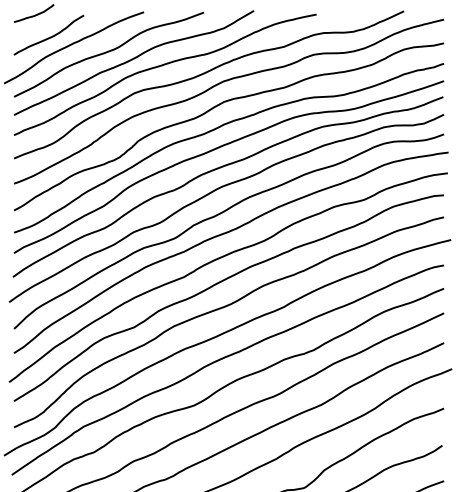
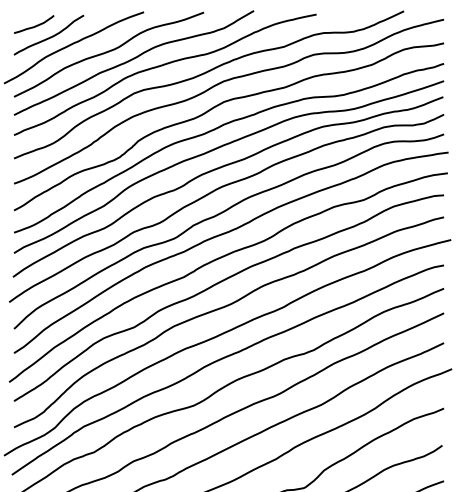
curve at (35, 14) position: (35, 14) -> (35, 25)
